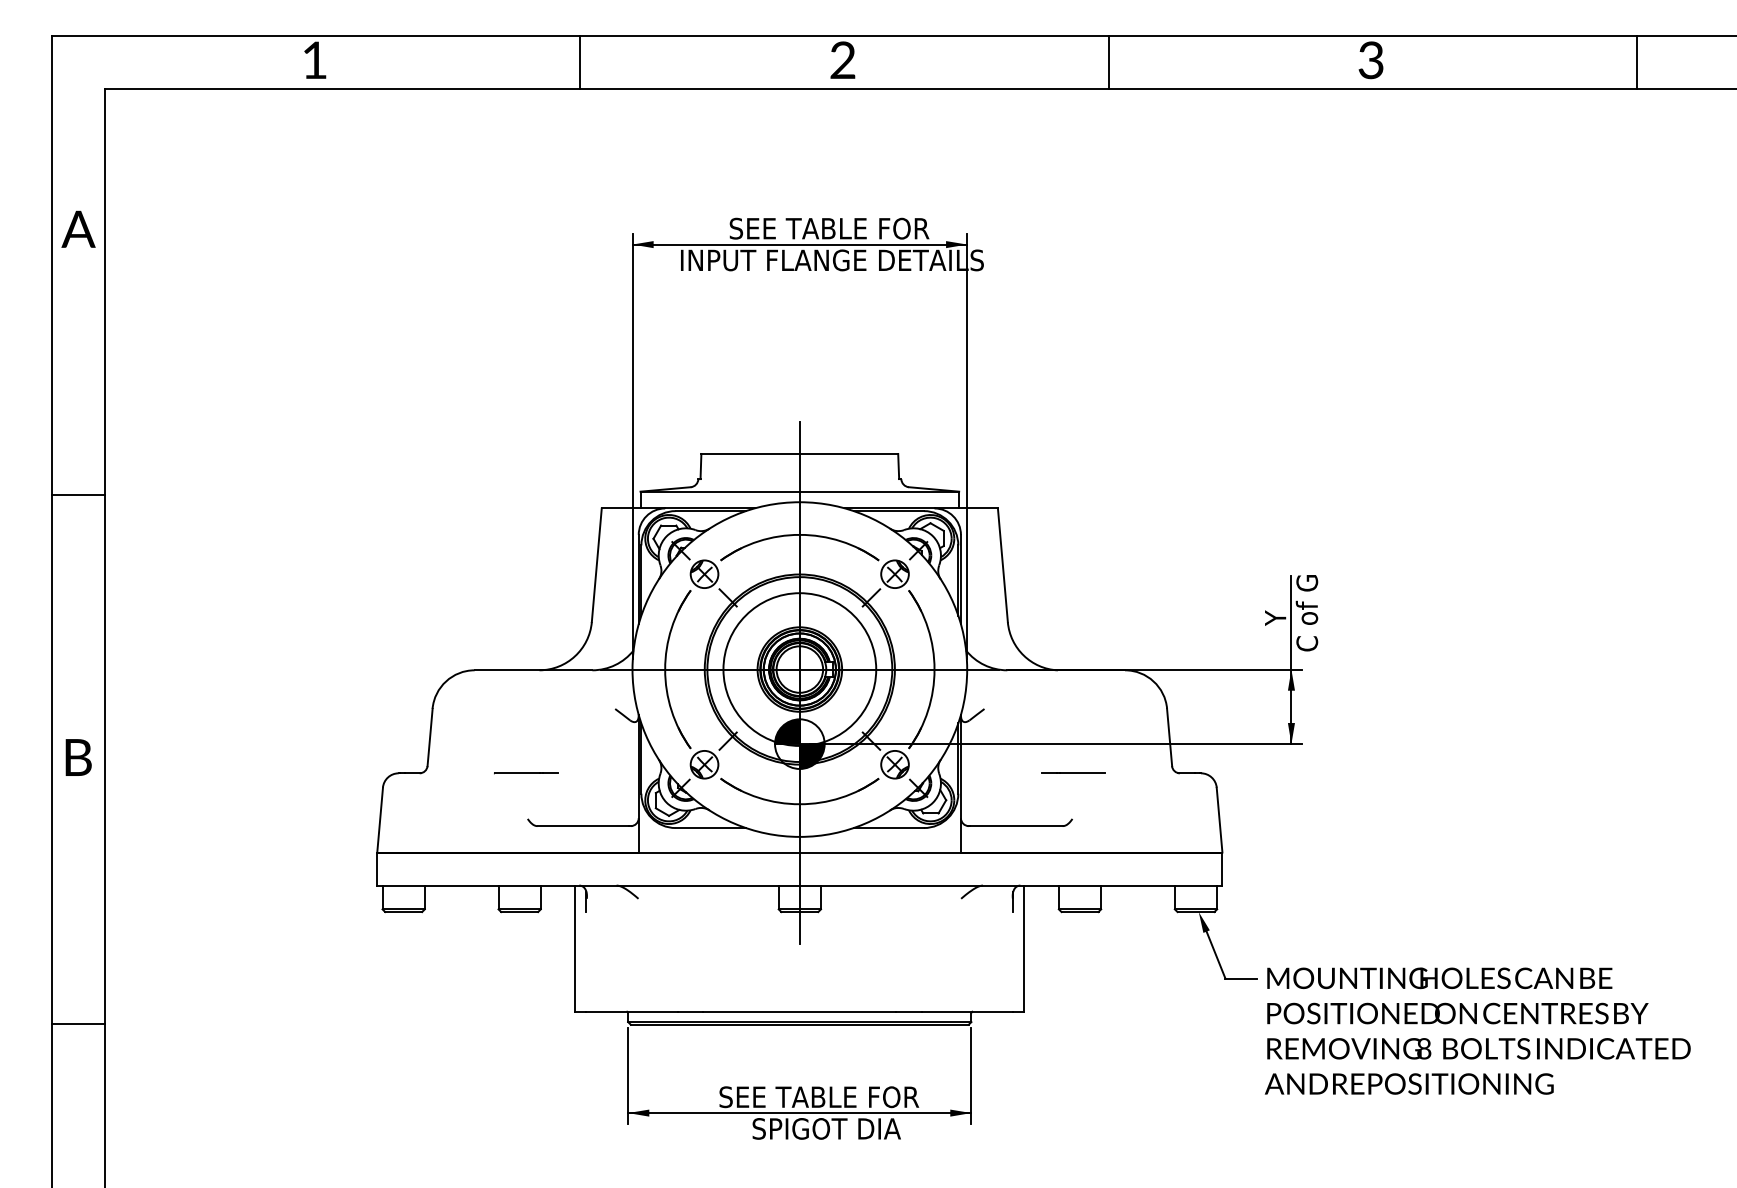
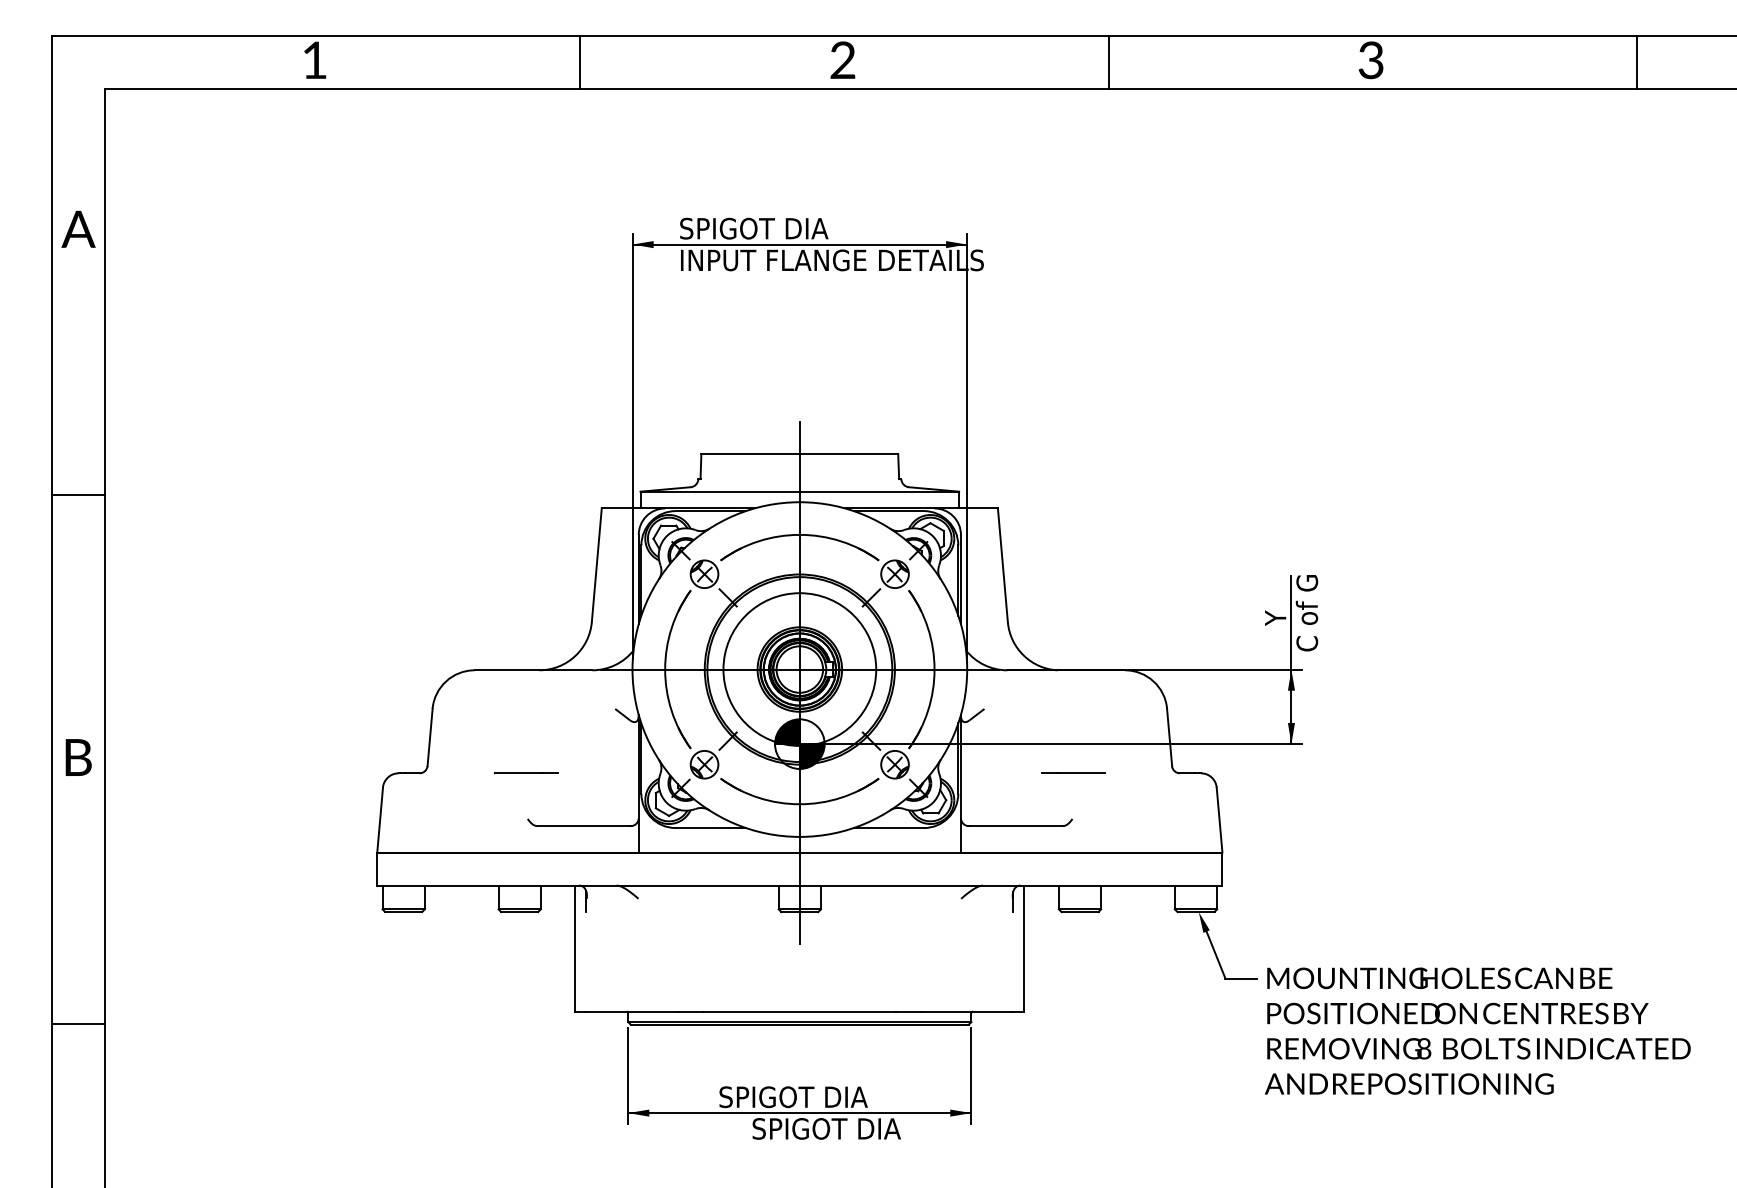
text at (804, 228): SEE TABLE FOR -> SPIGOT DIA
text at (829, 1097): SEE TABLE FOR -> SPIGOT DIA
